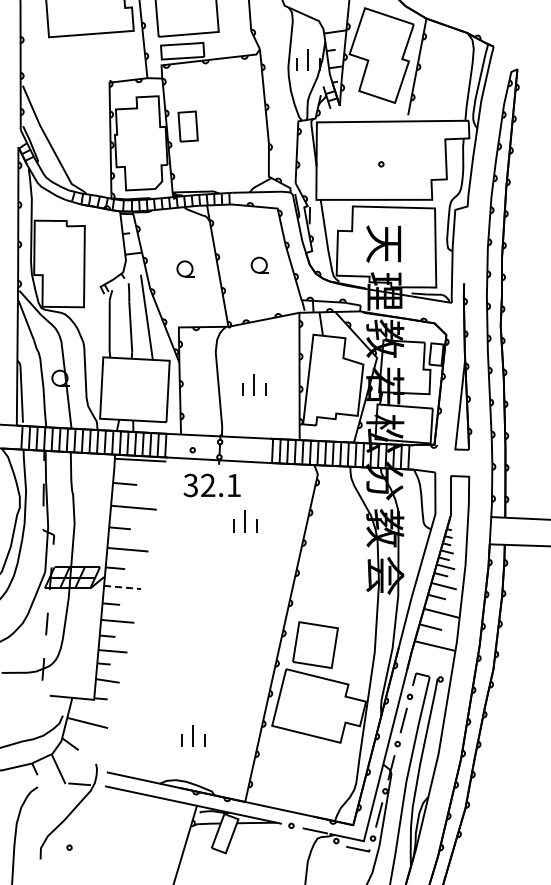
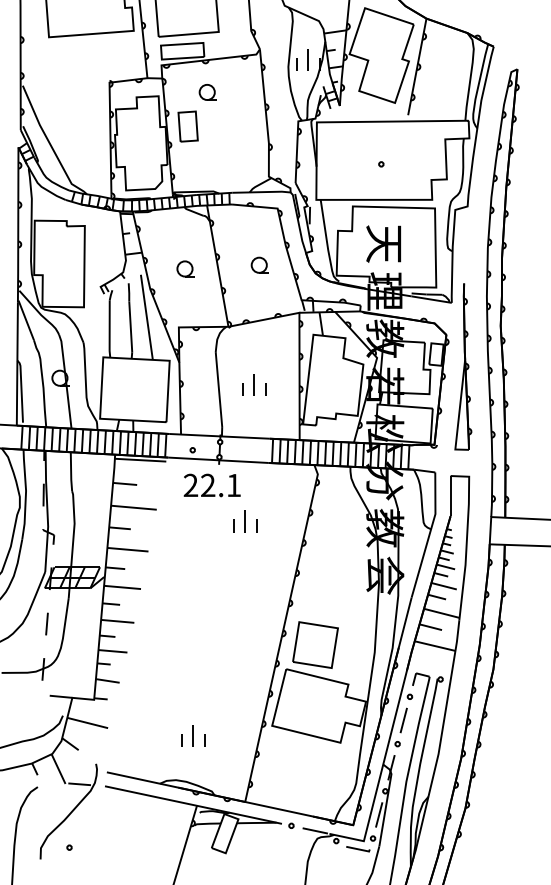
part at (207, 92): none -> present
text at (190, 485): 32.1 -> 22.1
line at (122, 587): dashed -> solid
